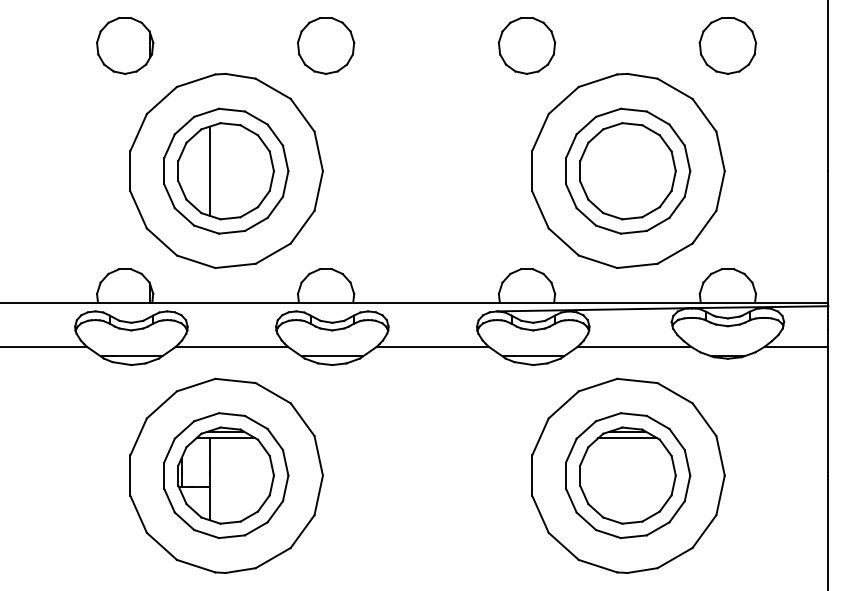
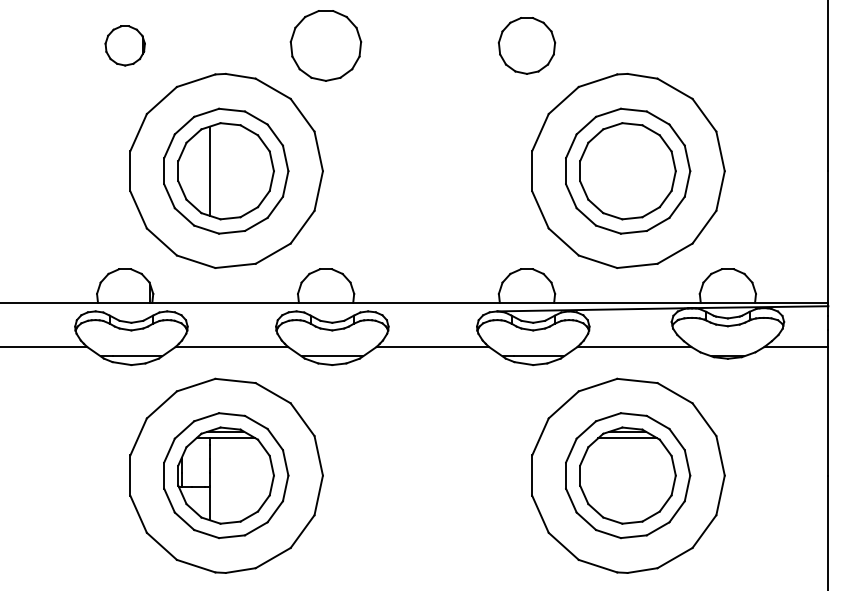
part at (125, 45) size: 59x58 px -> 42x42 px
part at (326, 45) size: 59x58 px -> 74x72 px
part at (727, 45): present -> none
